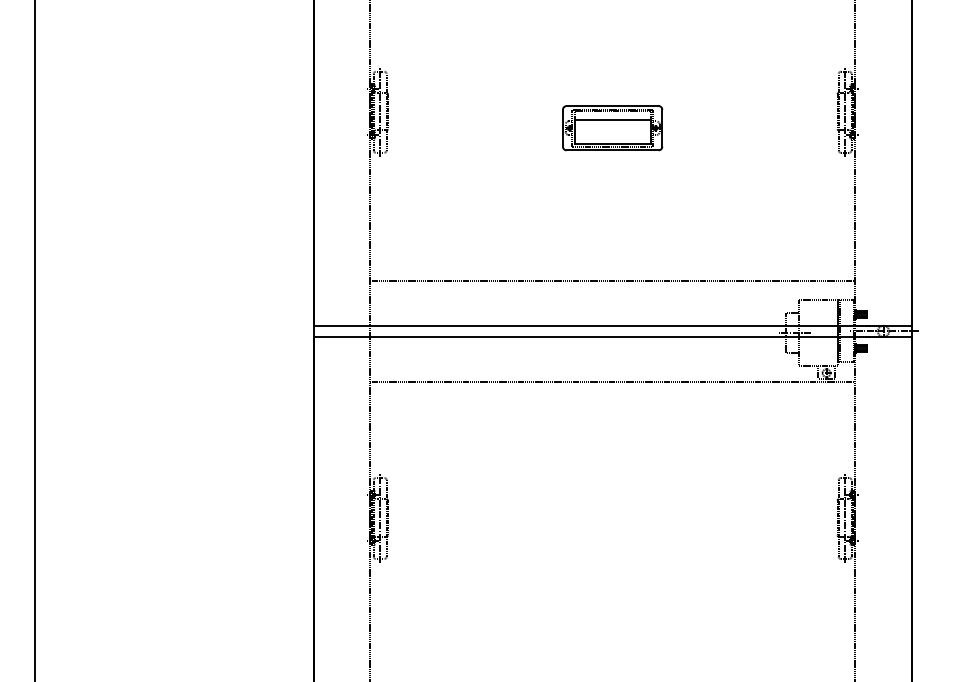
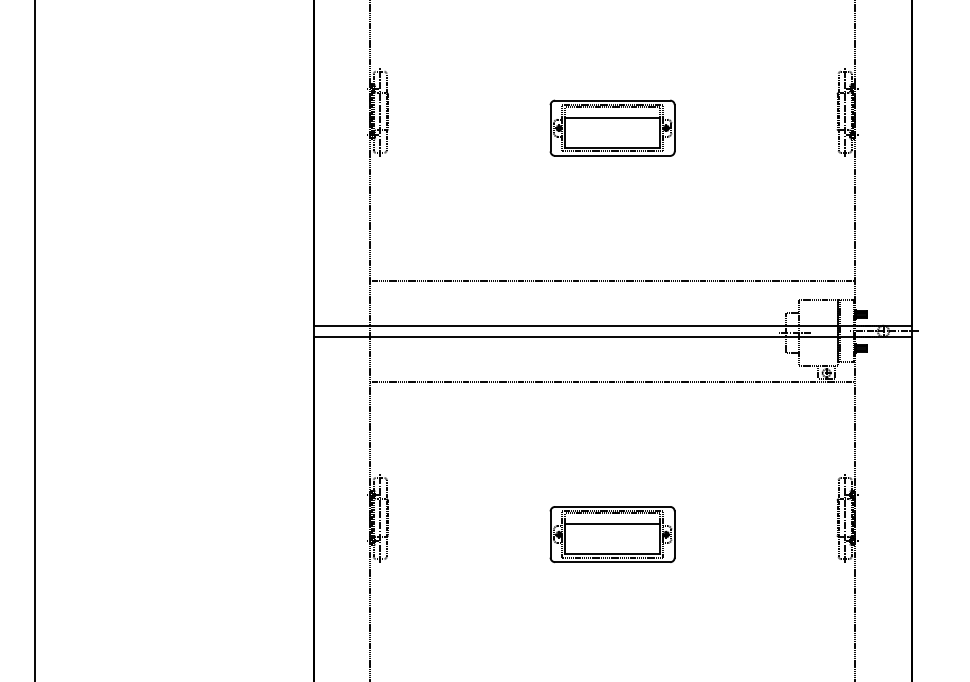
part at (612, 128) size: 102x47 px -> 127x58 px
part at (612, 534): none -> present
